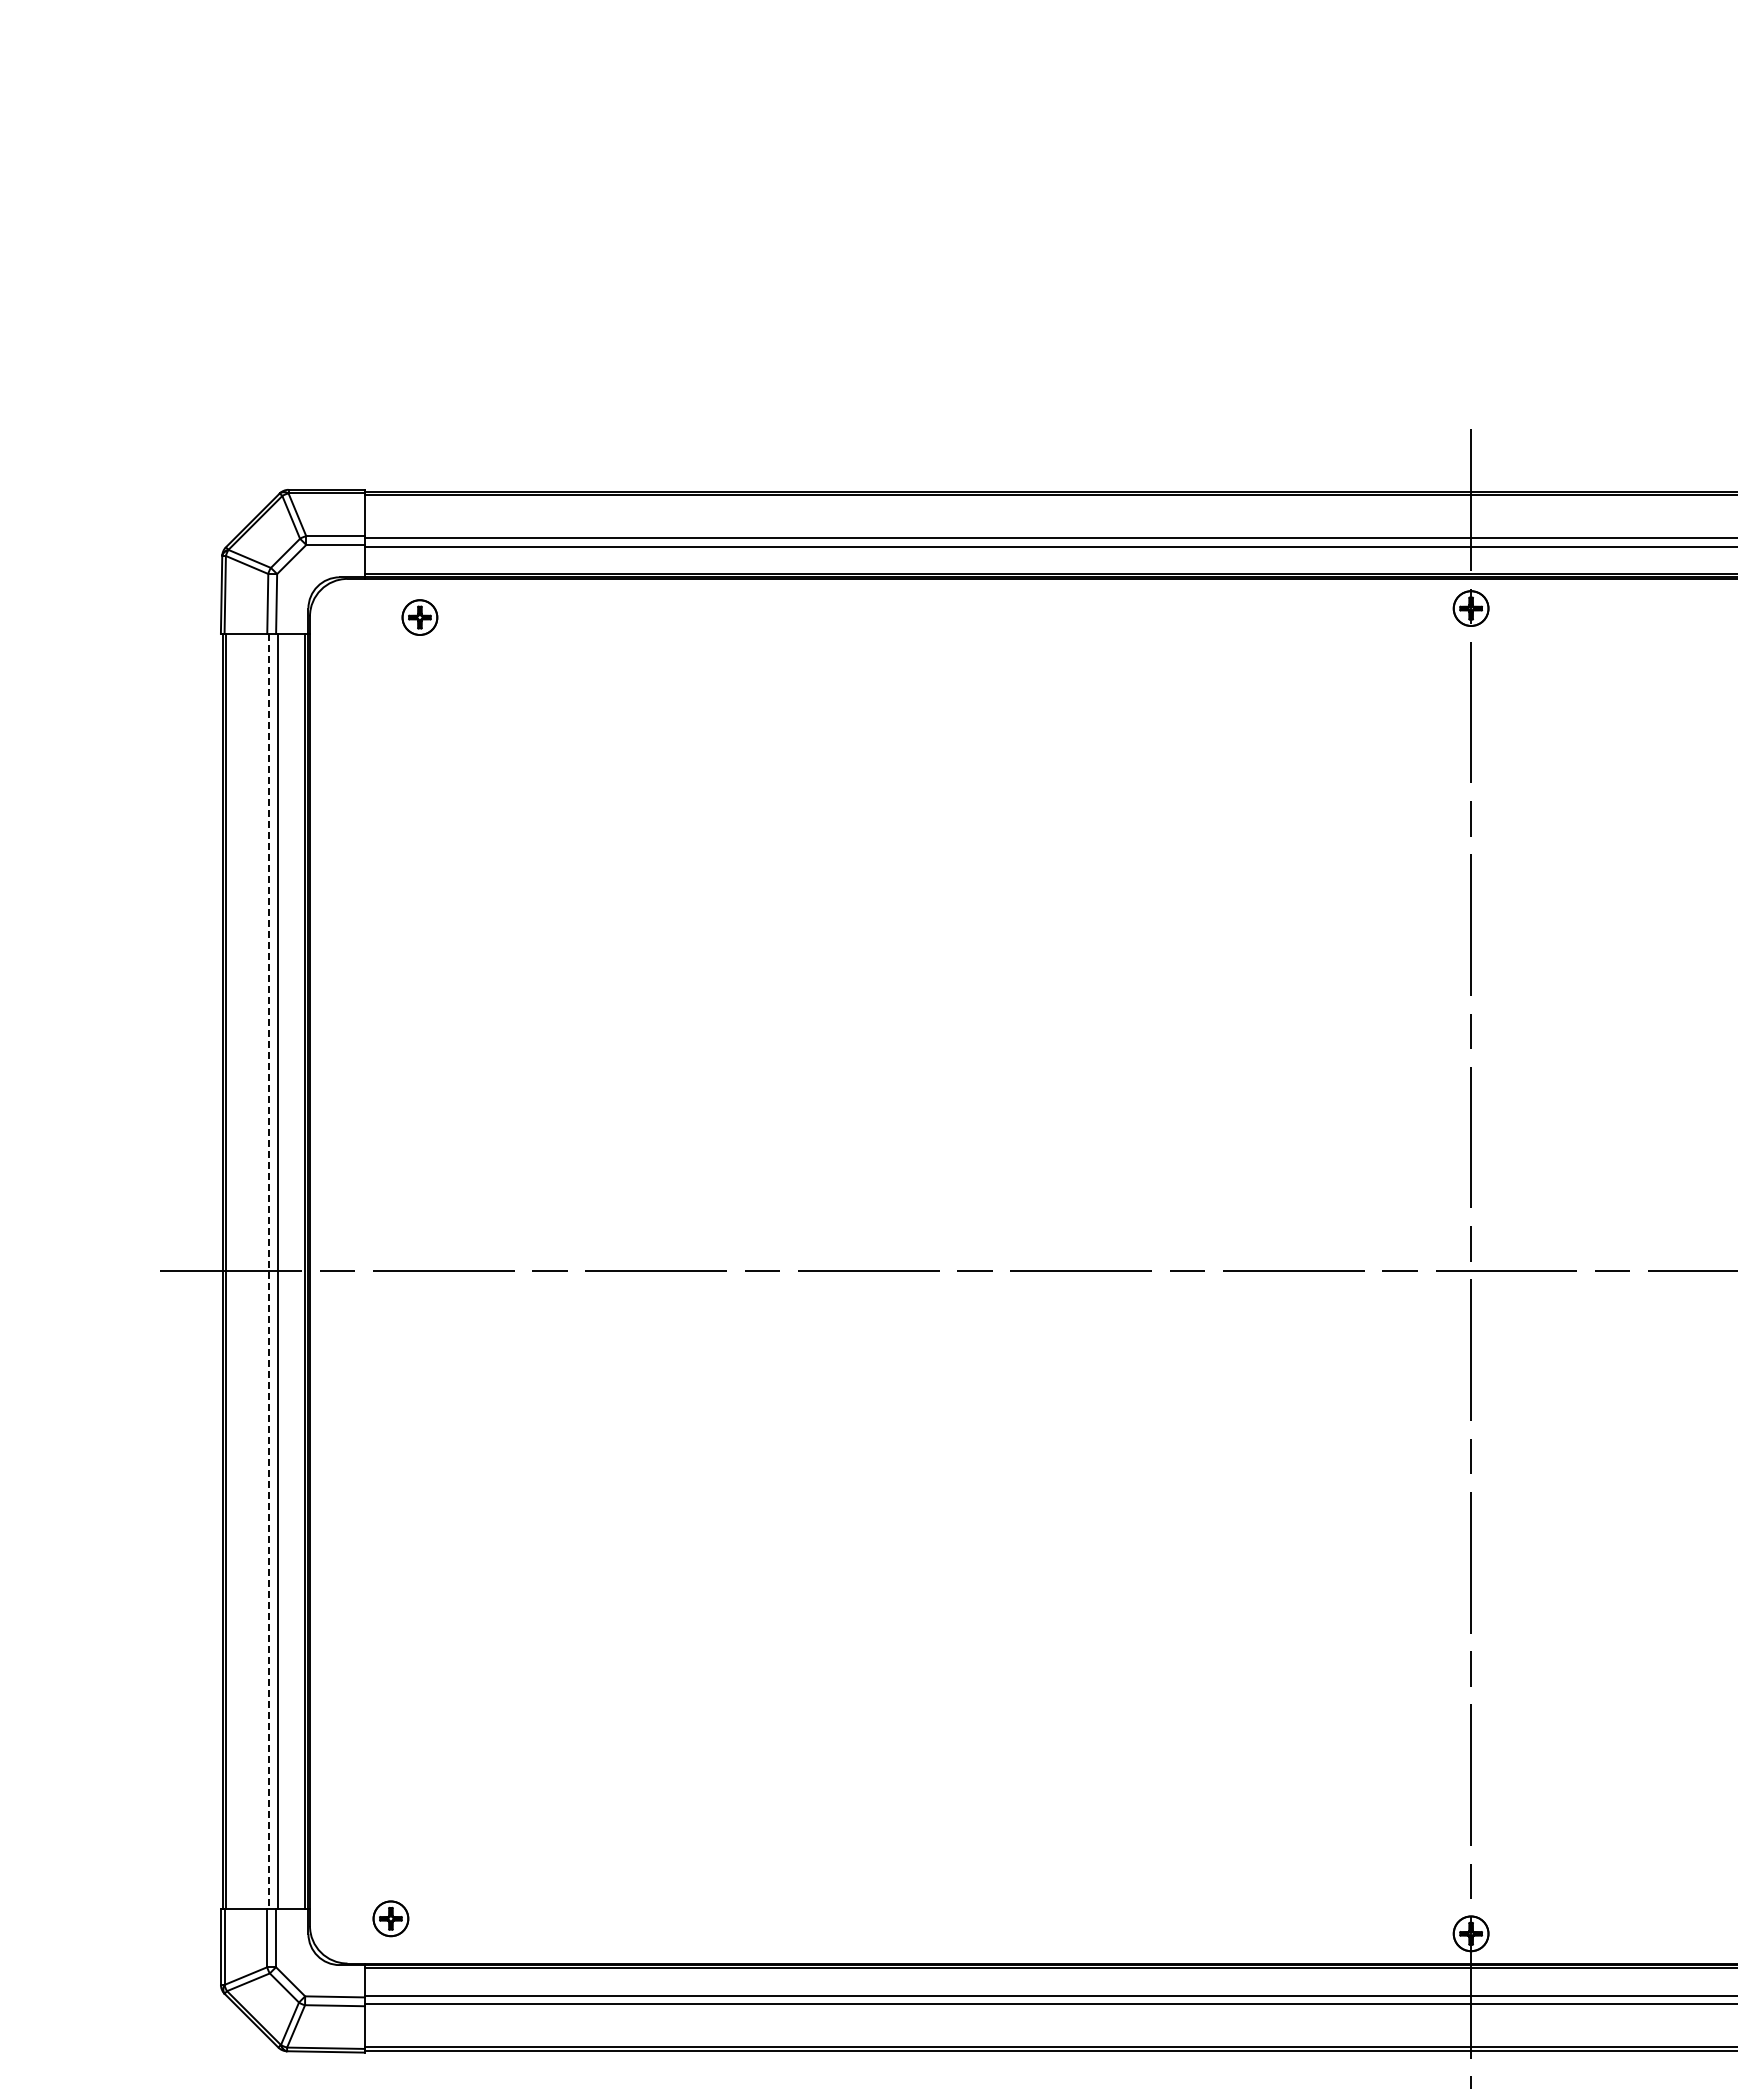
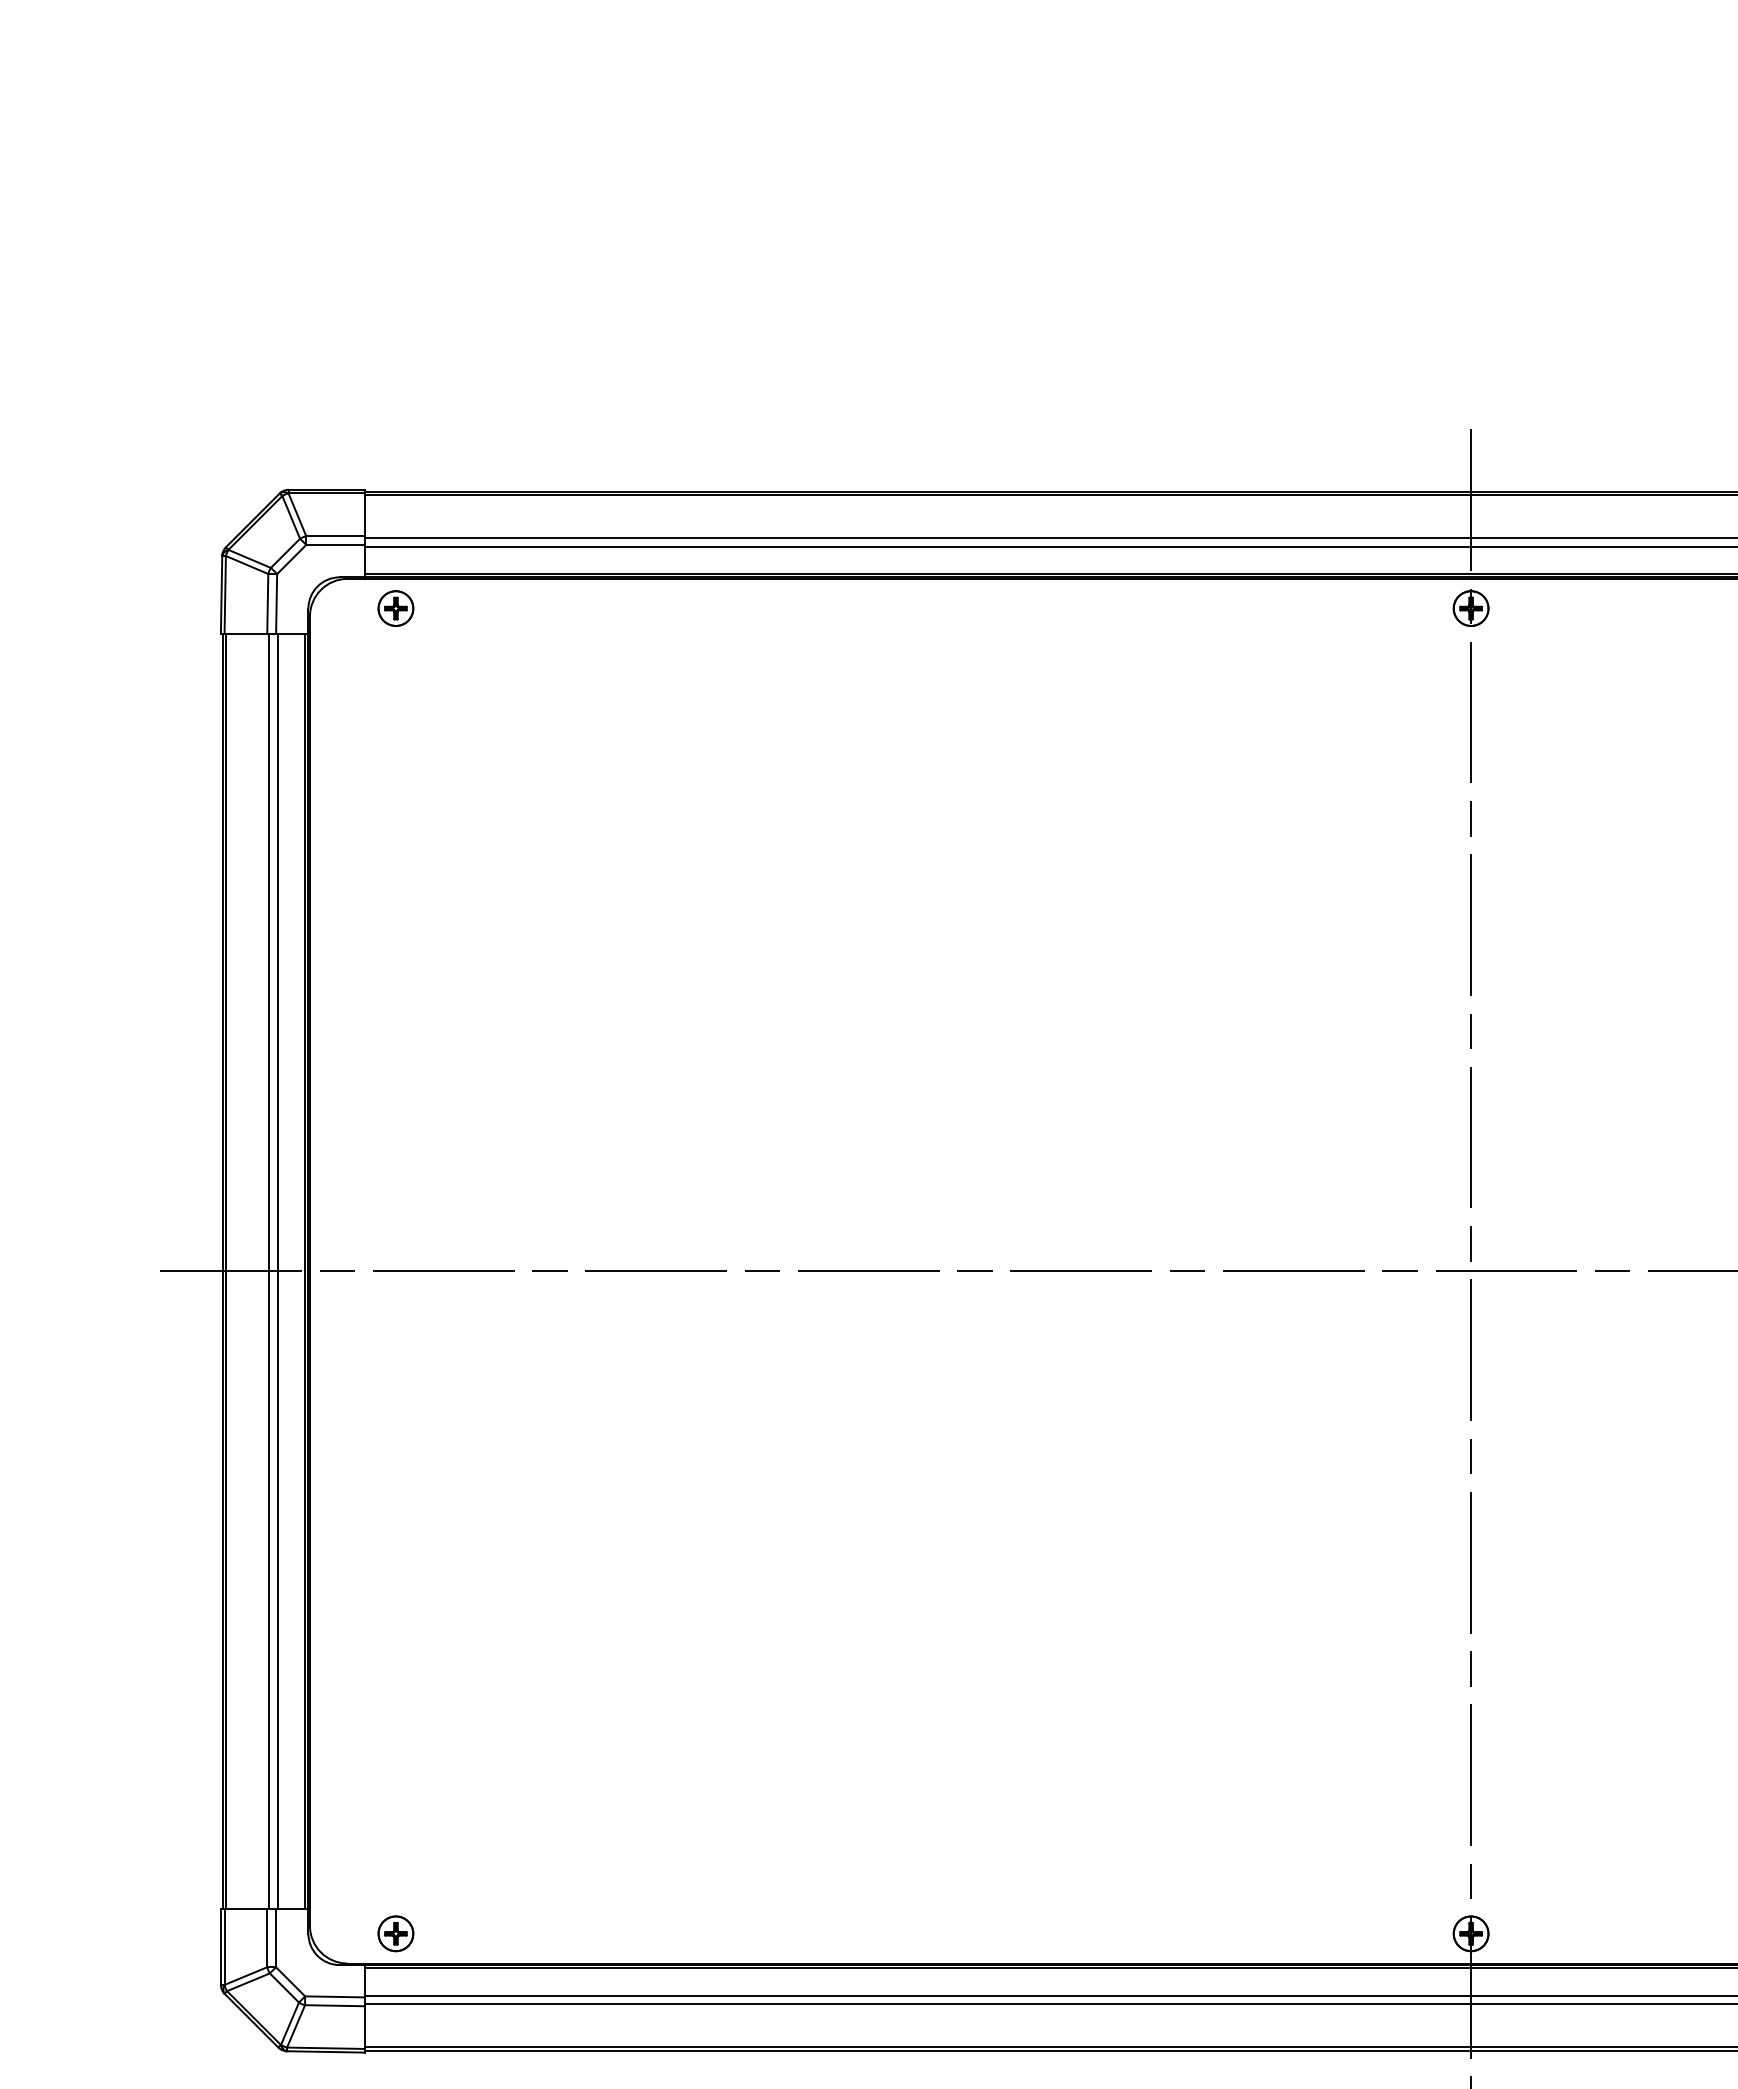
part at (419, 617) position: (419, 617) -> (395, 608)
line at (269, 1271): dashed -> solid
part at (390, 1918) position: (390, 1918) -> (395, 1933)
